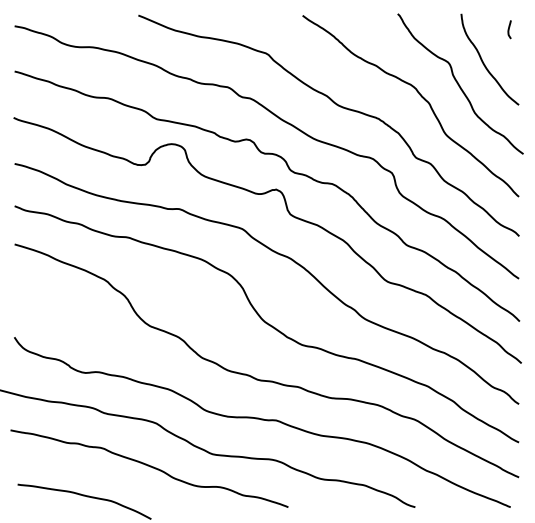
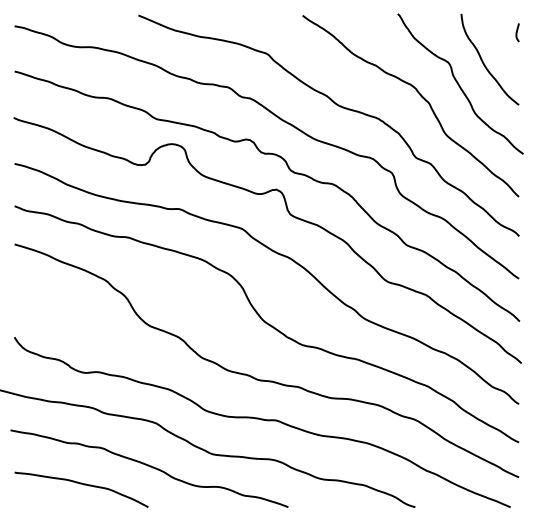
curve at (509, 29) position: (509, 29) -> (517, 32)
curve at (84, 496) position: (84, 496) -> (81, 484)
